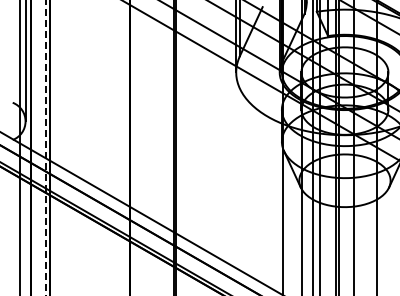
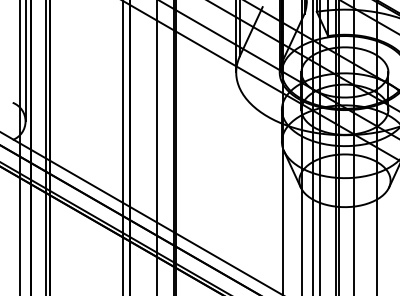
line at (45, 147): dashed -> solid
line at (123, 147): none -> present
line at (157, 147): none -> present
